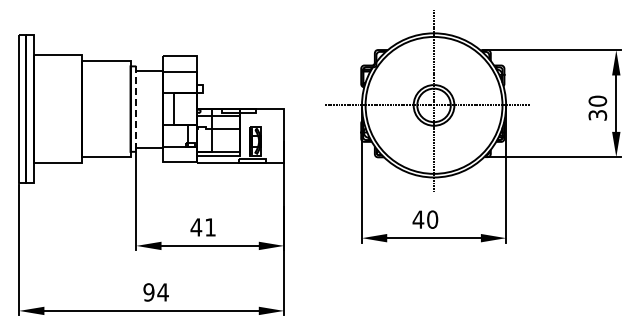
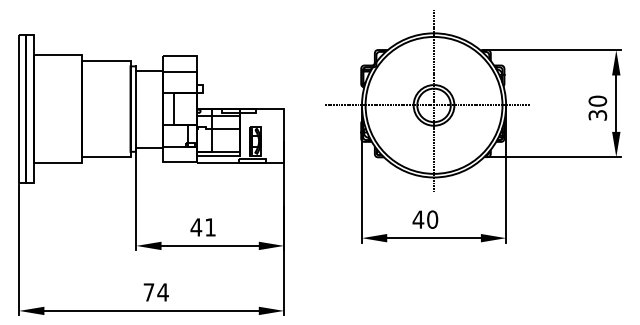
line at (136, 109): dashed -> solid
text at (148, 292): 94 -> 74
